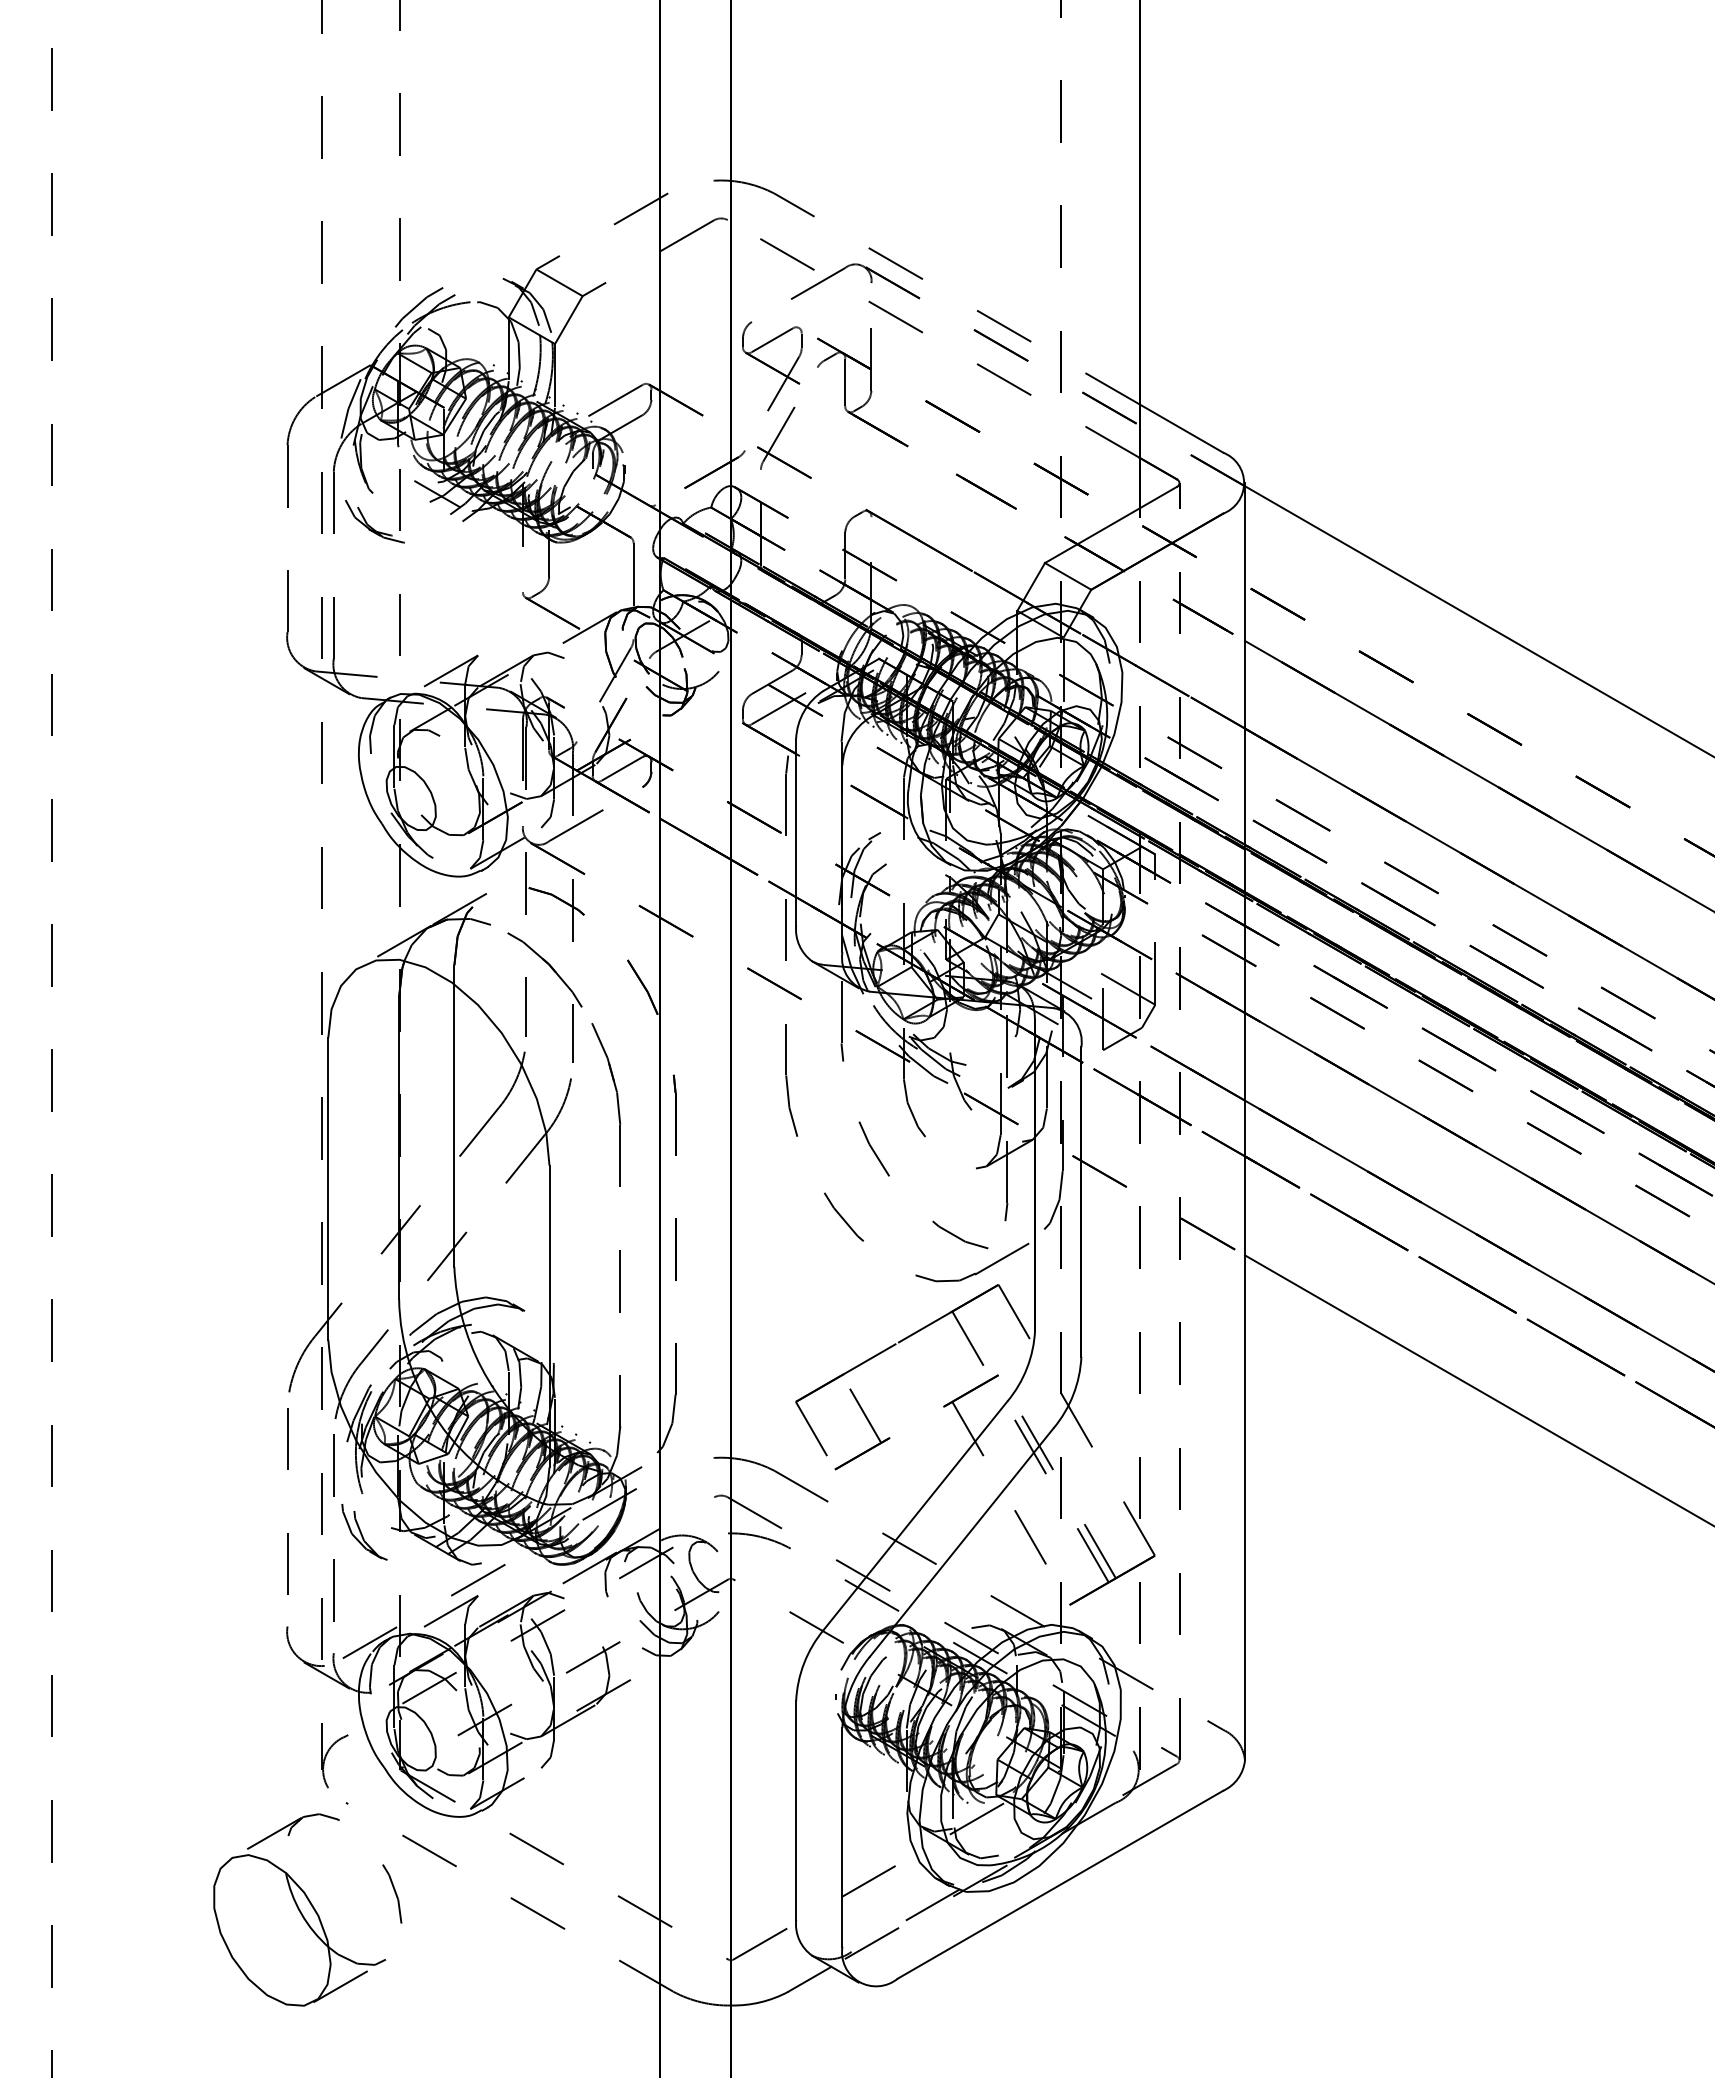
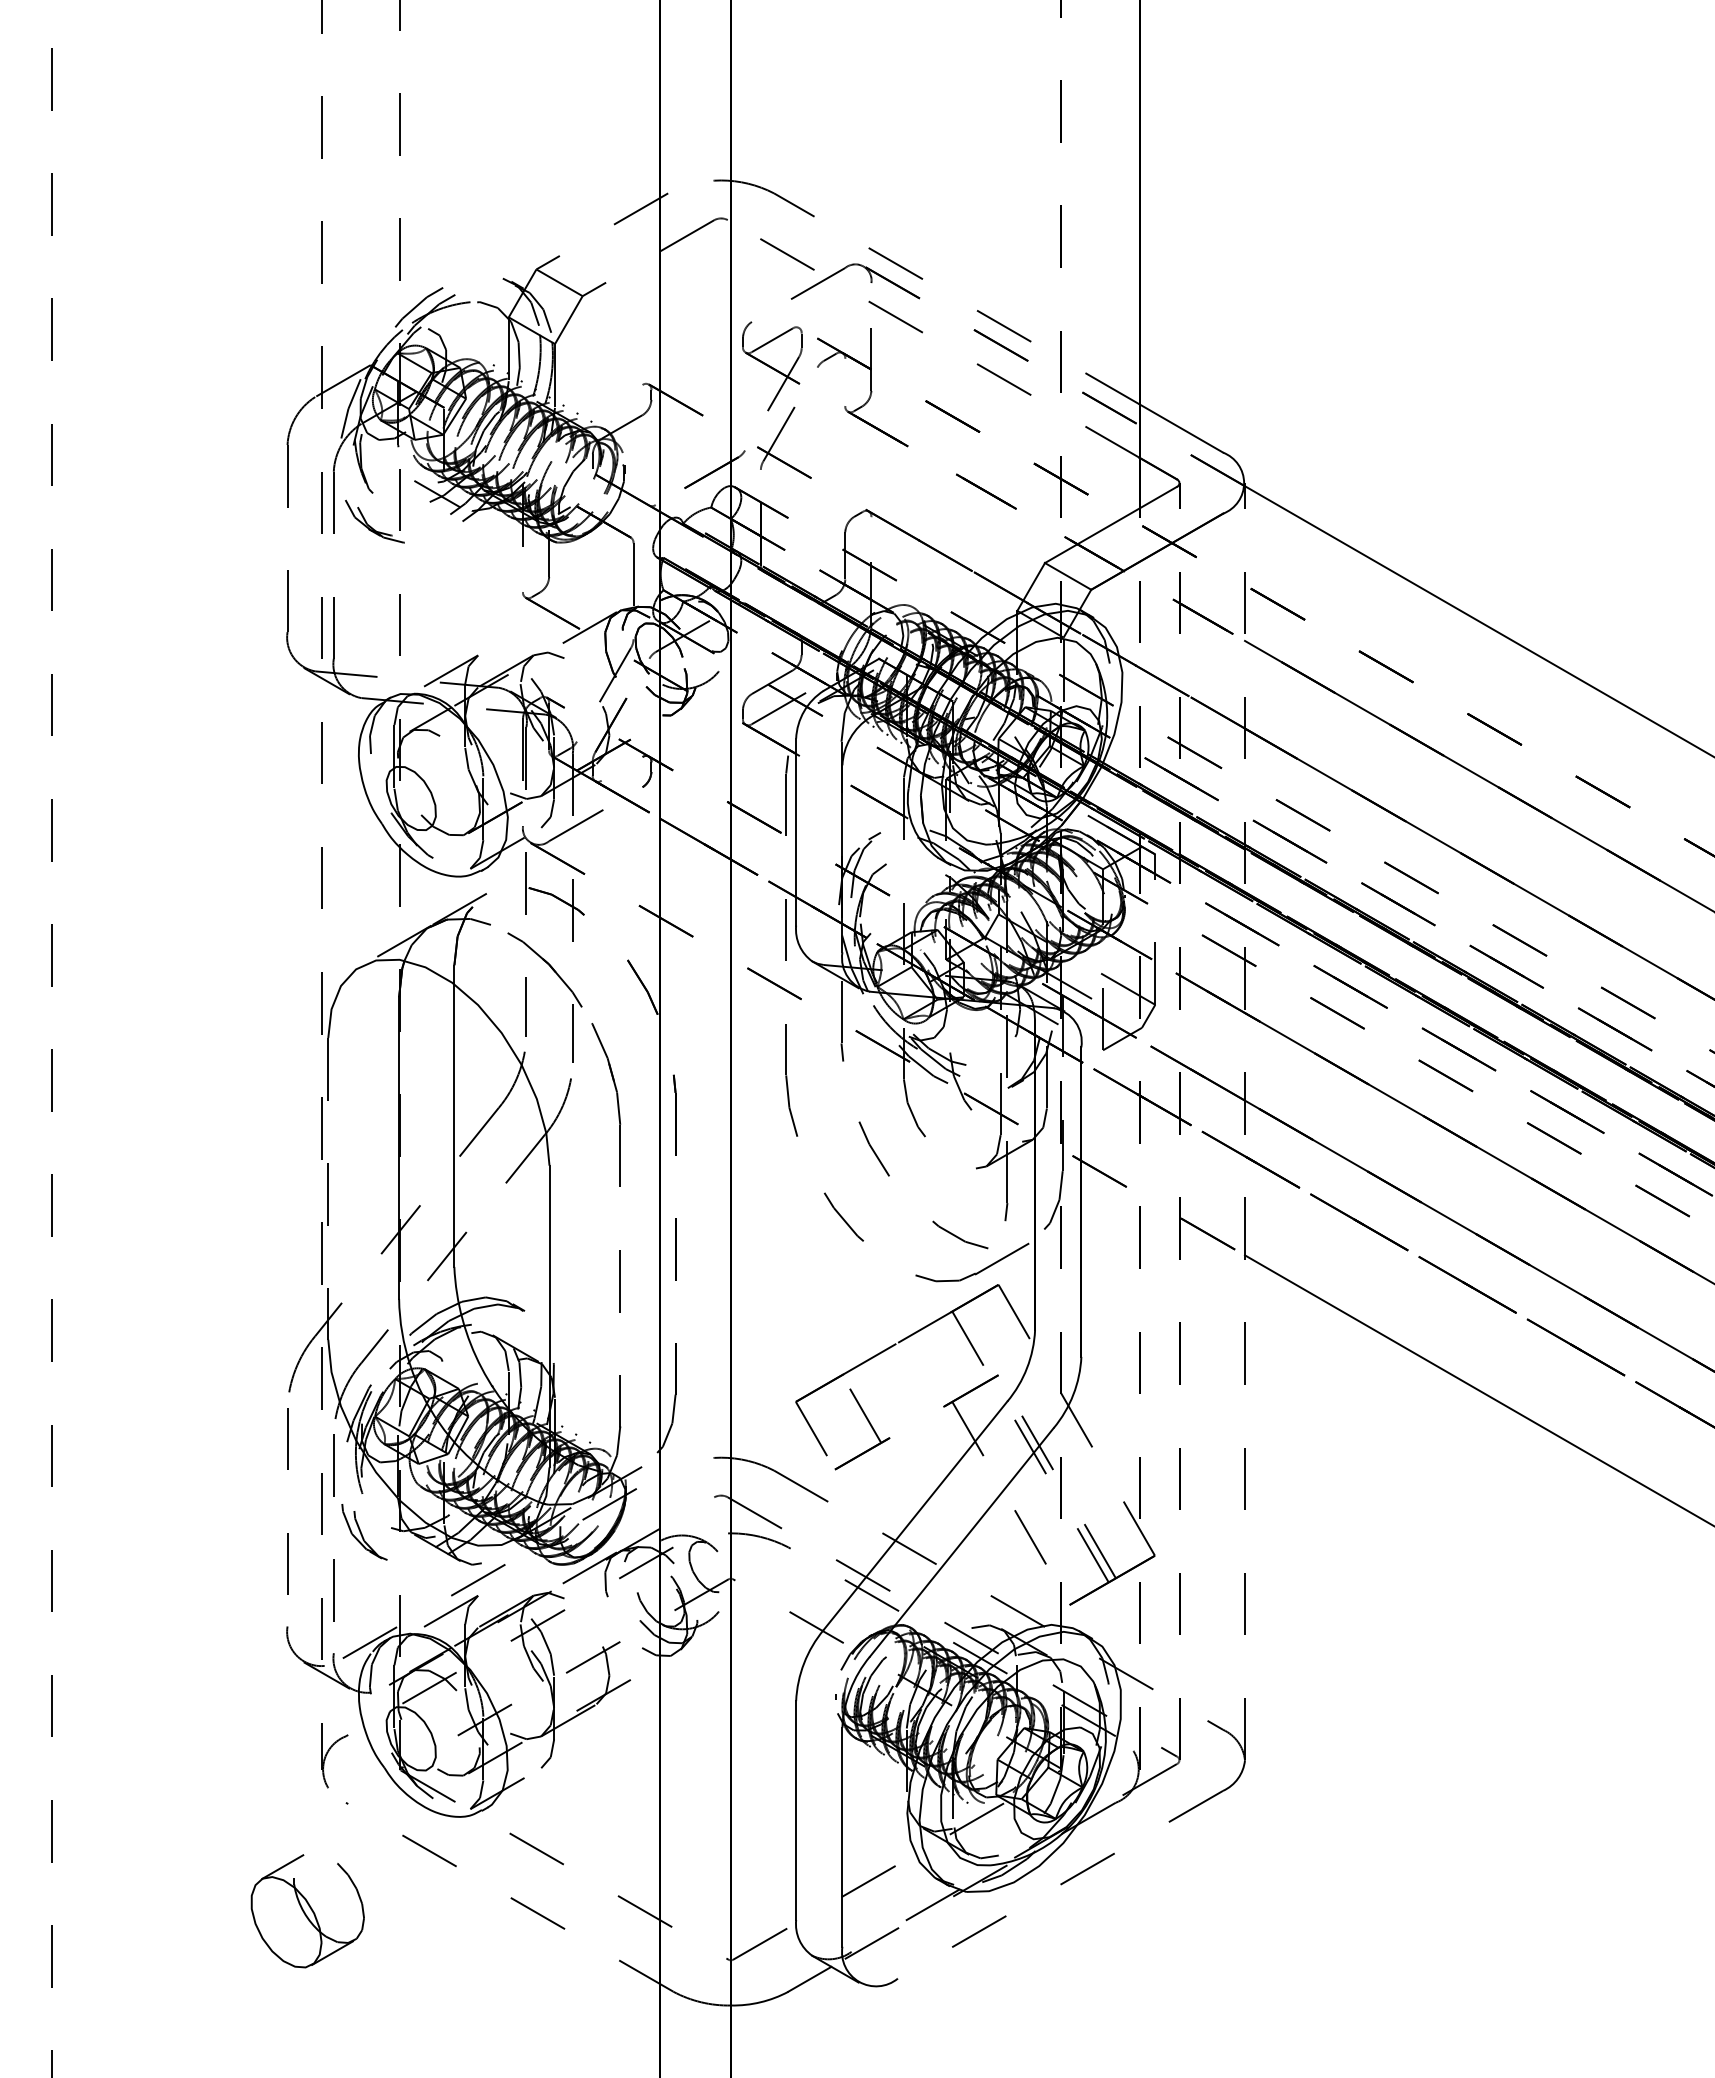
line at (845, 382): present -> none
line at (611, 402): present -> none
line at (621, 768): present -> none
line at (1245, 1121): solid -> dashed
line at (328, 1188): solid -> dashed
line at (1060, 1884): solid -> dashed
part at (307, 1909) size: 190x194 px -> 115x115 px
